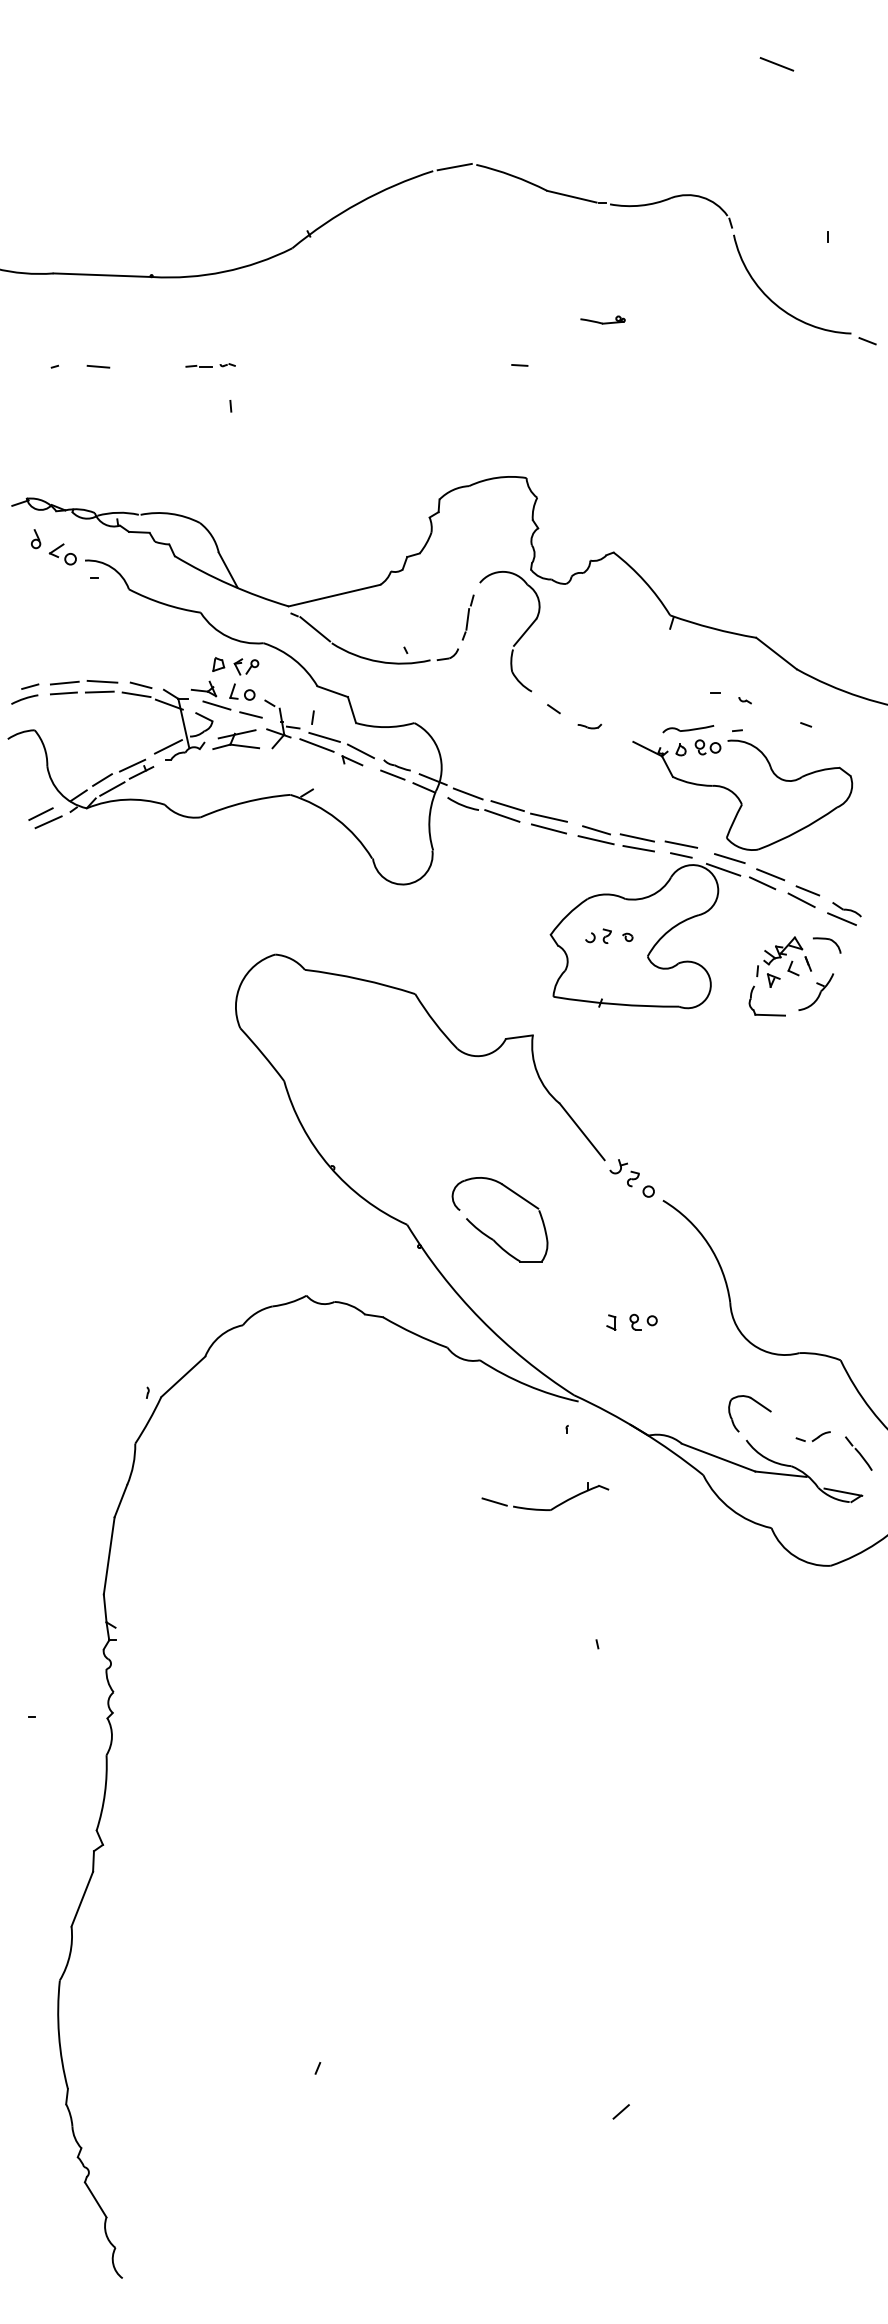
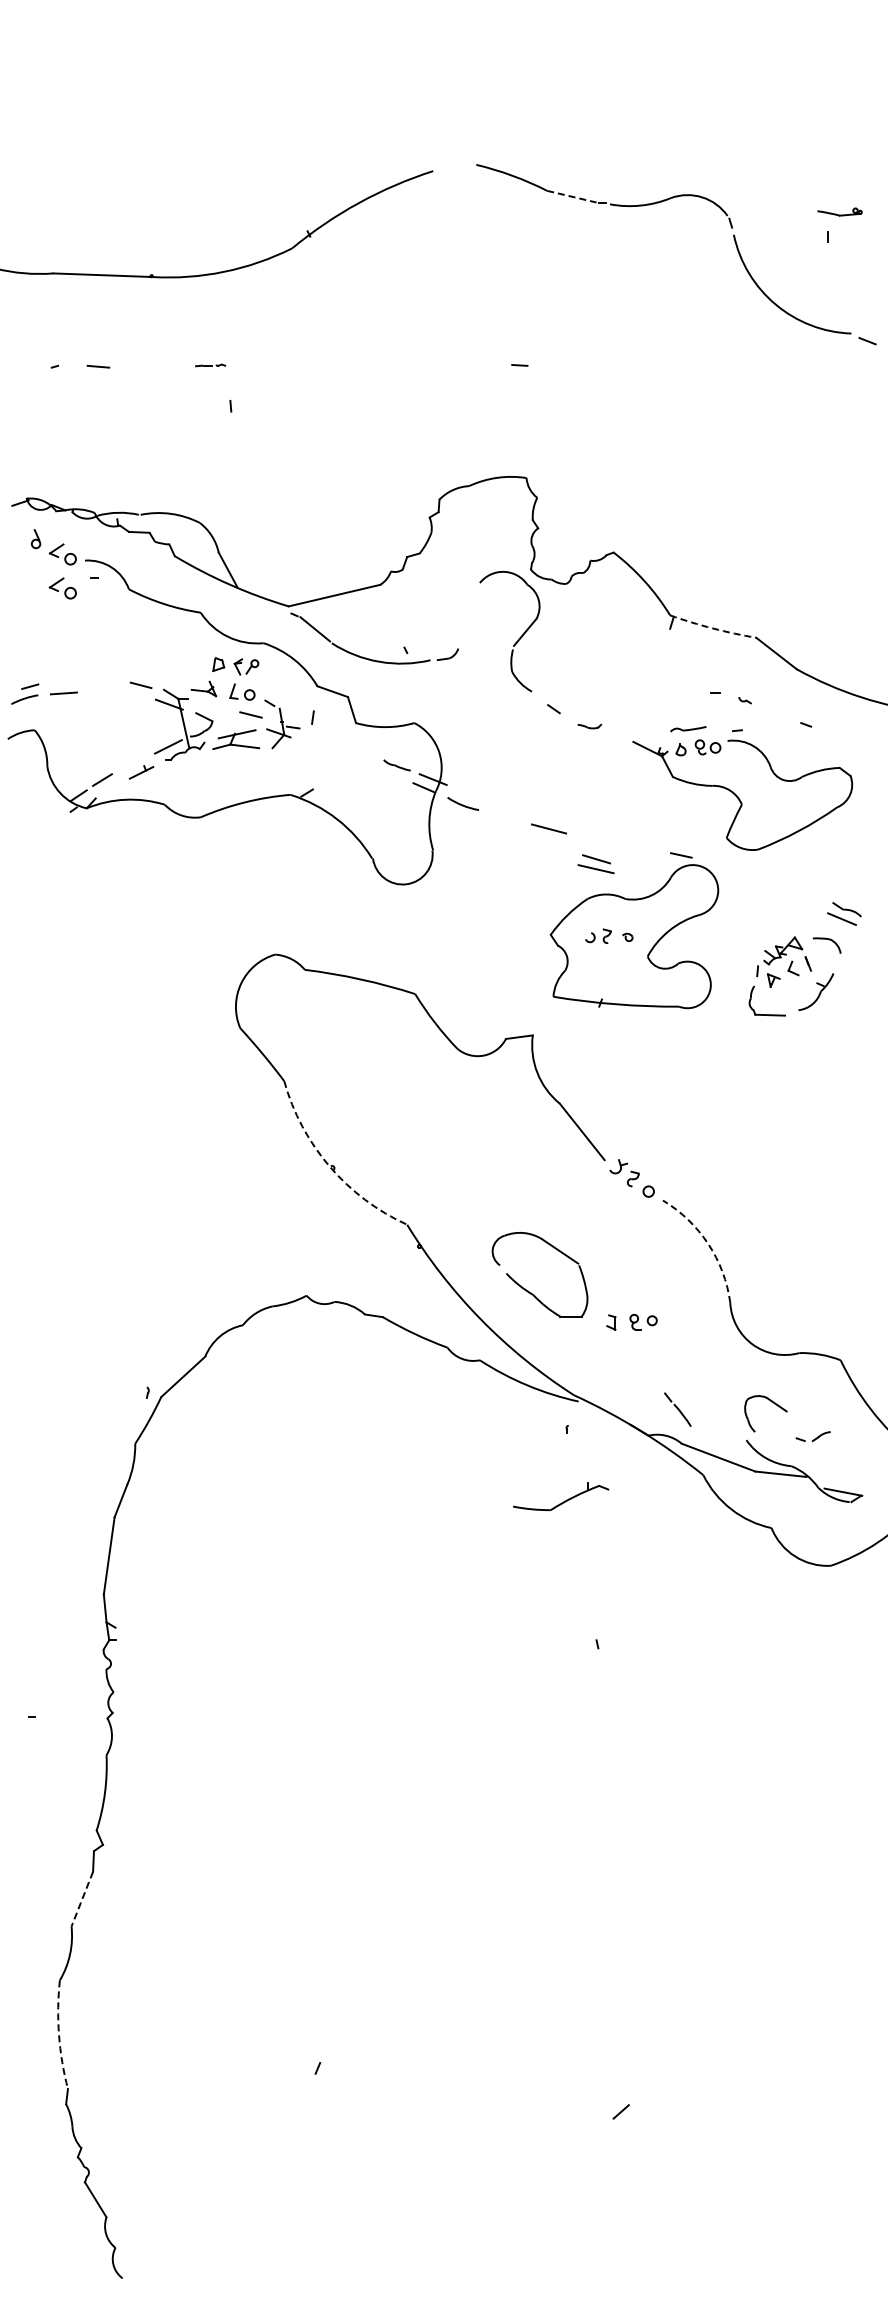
line at (776, 64): present -> none
line at (454, 166): present -> none
line at (572, 196): solid -> dashed
part at (602, 319) position: (602, 319) -> (839, 211)
part at (210, 365) size: 51x5 px -> 32x5 px
part at (62, 588): none -> present
part at (467, 617): present -> none
arc at (712, 628): solid -> dashed
line at (102, 681): present -> none
line at (64, 682): present -> none
line at (99, 691): present -> none
line at (136, 694): present -> none
line at (216, 705): present -> none
part at (688, 729) size: 53x9 px -> 37x7 px
part at (336, 749): present -> none
line at (132, 765): present -> none
line at (392, 774): present -> none
line at (112, 788): present -> none
line at (467, 793): present -> none
line at (507, 806): present -> none
line at (40, 814): present -> none
line at (502, 815): present -> none
line at (548, 817): present -> none
line at (48, 822): present -> none
part at (595, 835) position: (595, 835) -> (595, 864)
line at (637, 837): present -> none
line at (681, 844): present -> none
line at (638, 848): present -> none
line at (729, 858): present -> none
line at (723, 869): present -> none
line at (770, 874): present -> none
line at (762, 883): present -> none
line at (807, 890): present -> none
line at (801, 900): present -> none
arc at (329, 1166): solid -> dashed
part at (488, 1235) position: (488, 1235) -> (528, 1290)
arc at (708, 1244): solid -> dashed
part at (755, 1402) position: (755, 1402) -> (771, 1402)
part at (858, 1453) position: (858, 1453) -> (677, 1409)
line at (494, 1501): present -> none
line at (82, 1899): solid -> dashed
arc at (59, 2035): solid -> dashed
